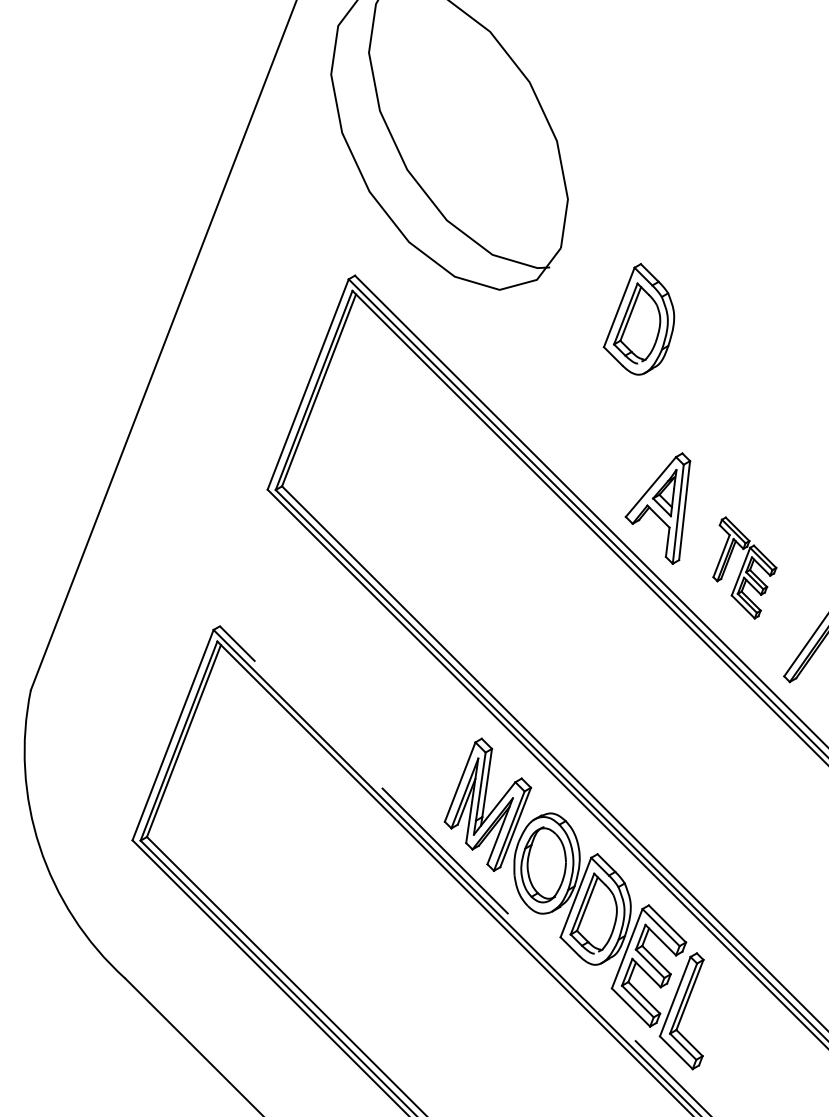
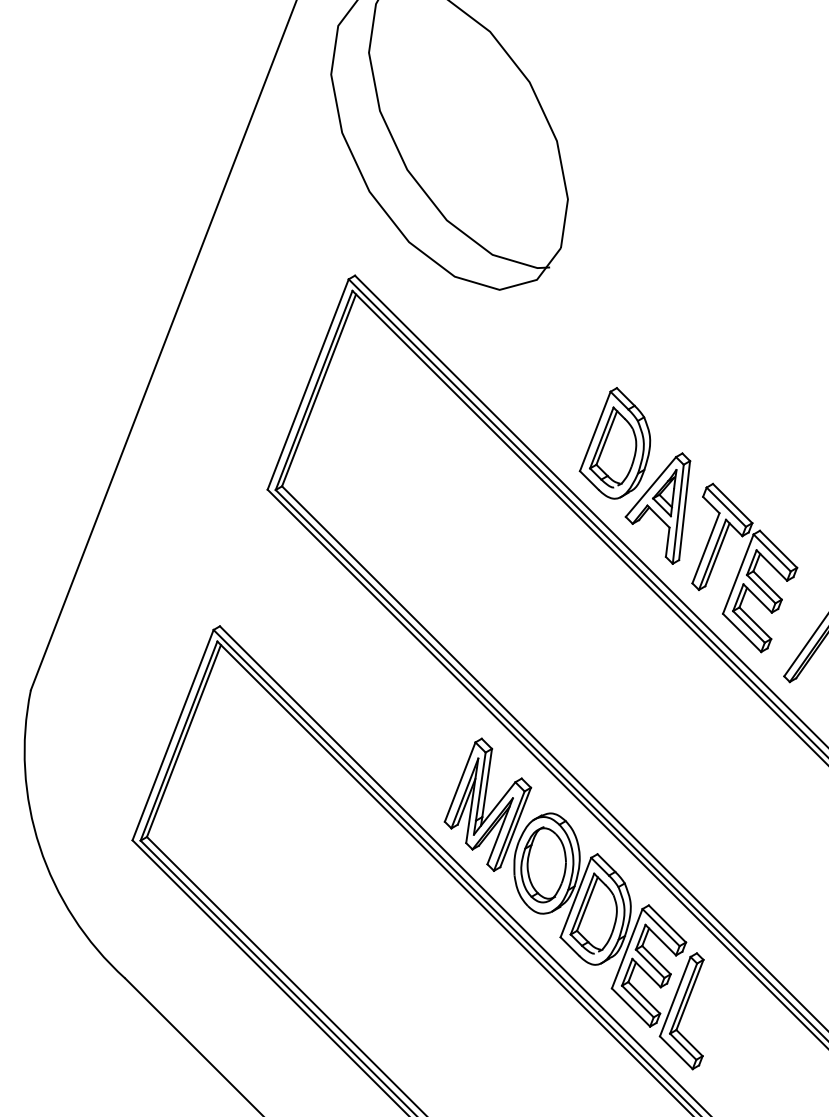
part at (638, 319) position: (638, 319) -> (614, 443)
part at (744, 567) size: 66x104 px -> 108x172 px
line at (465, 871): dashed -> solid
